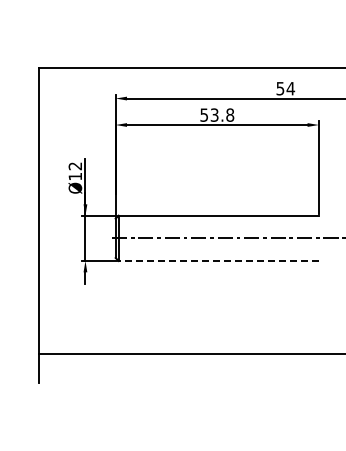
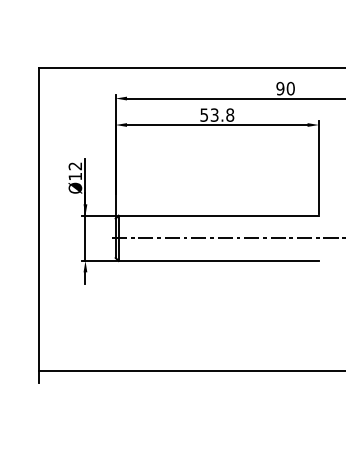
text at (285, 88): 54 -> 90
line at (218, 261): dashed -> solid
line at (190, 353) position: (190, 353) -> (190, 370)
